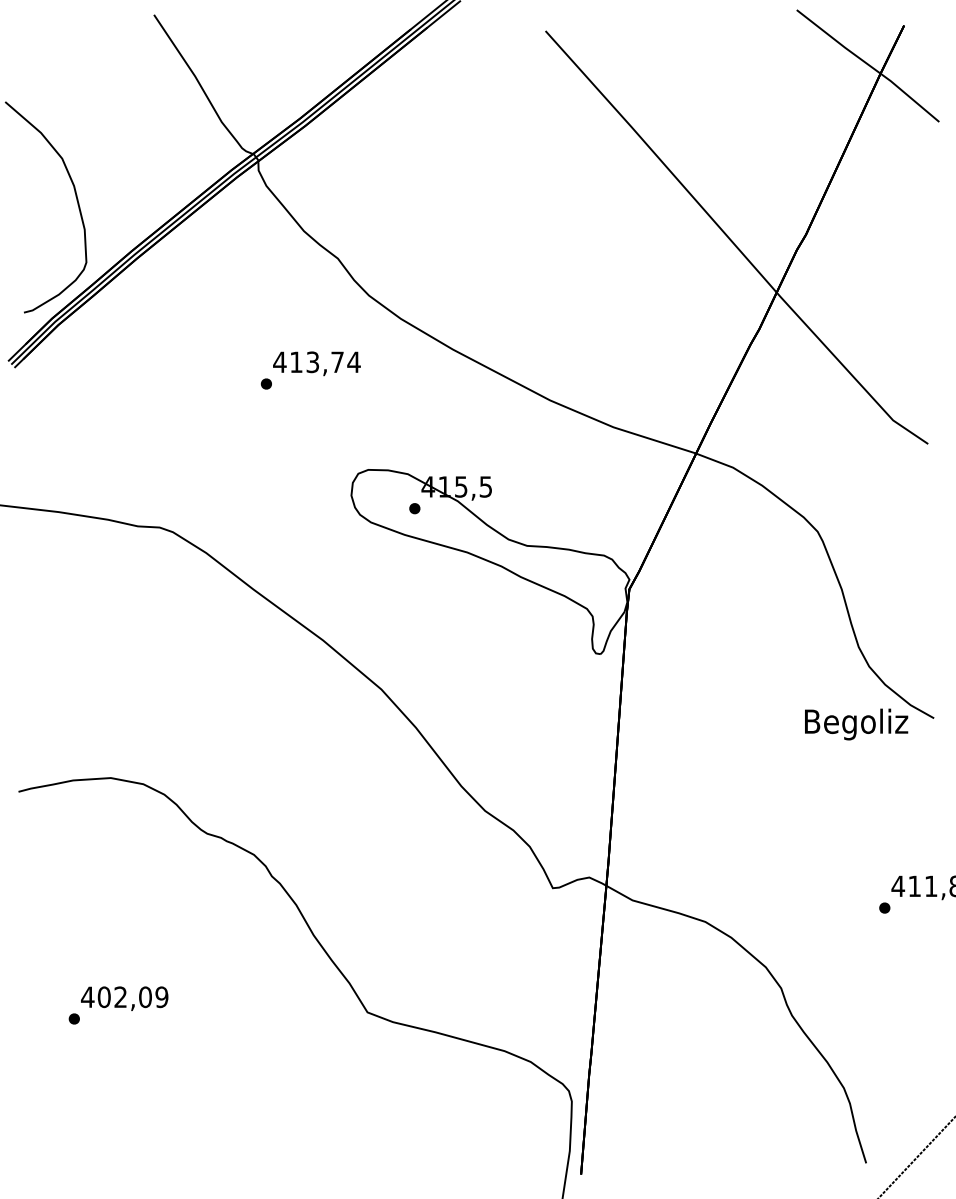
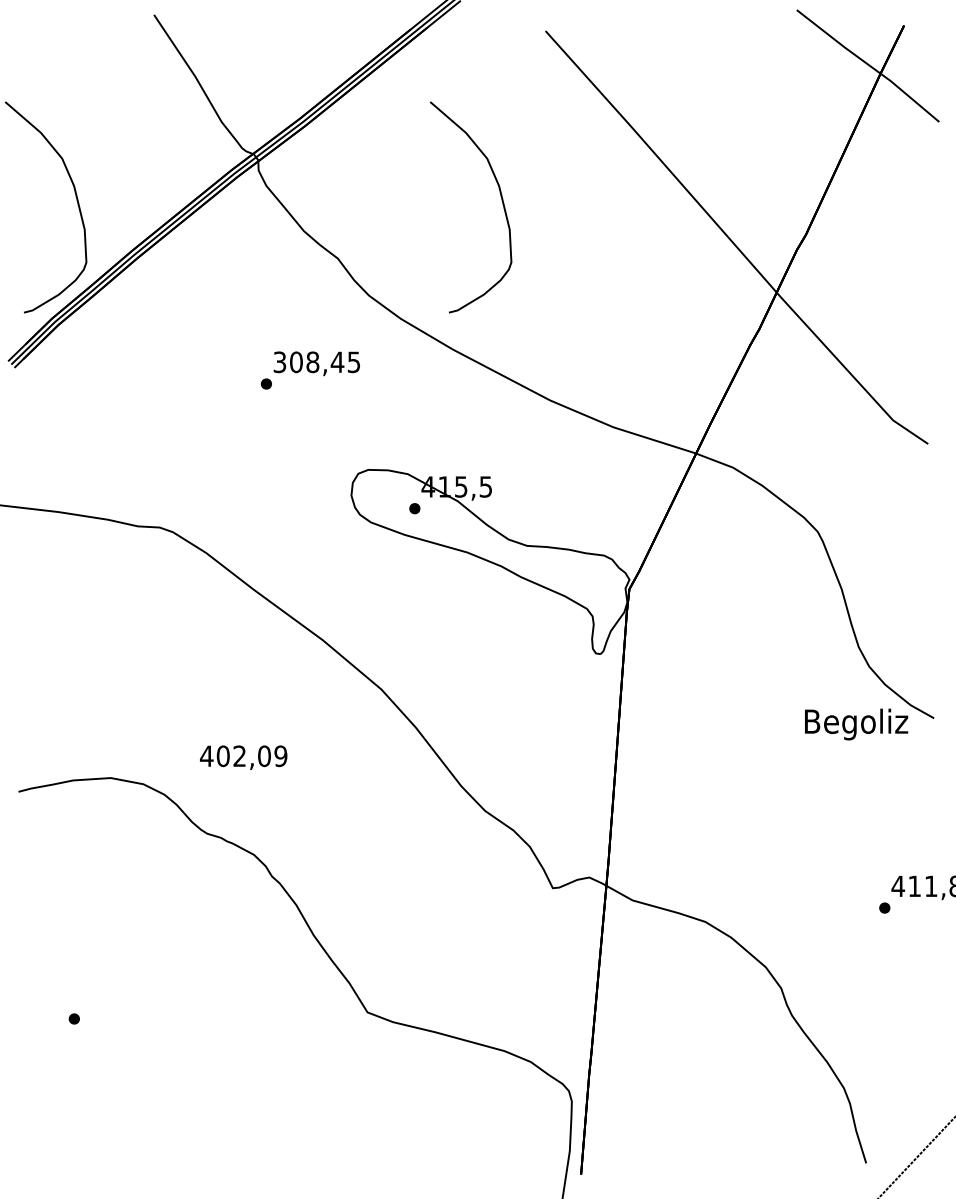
curve at (501, 200): none -> present
text at (316, 362): 413,74 -> 308,45
text at (124, 998) position: (124, 998) -> (243, 757)
